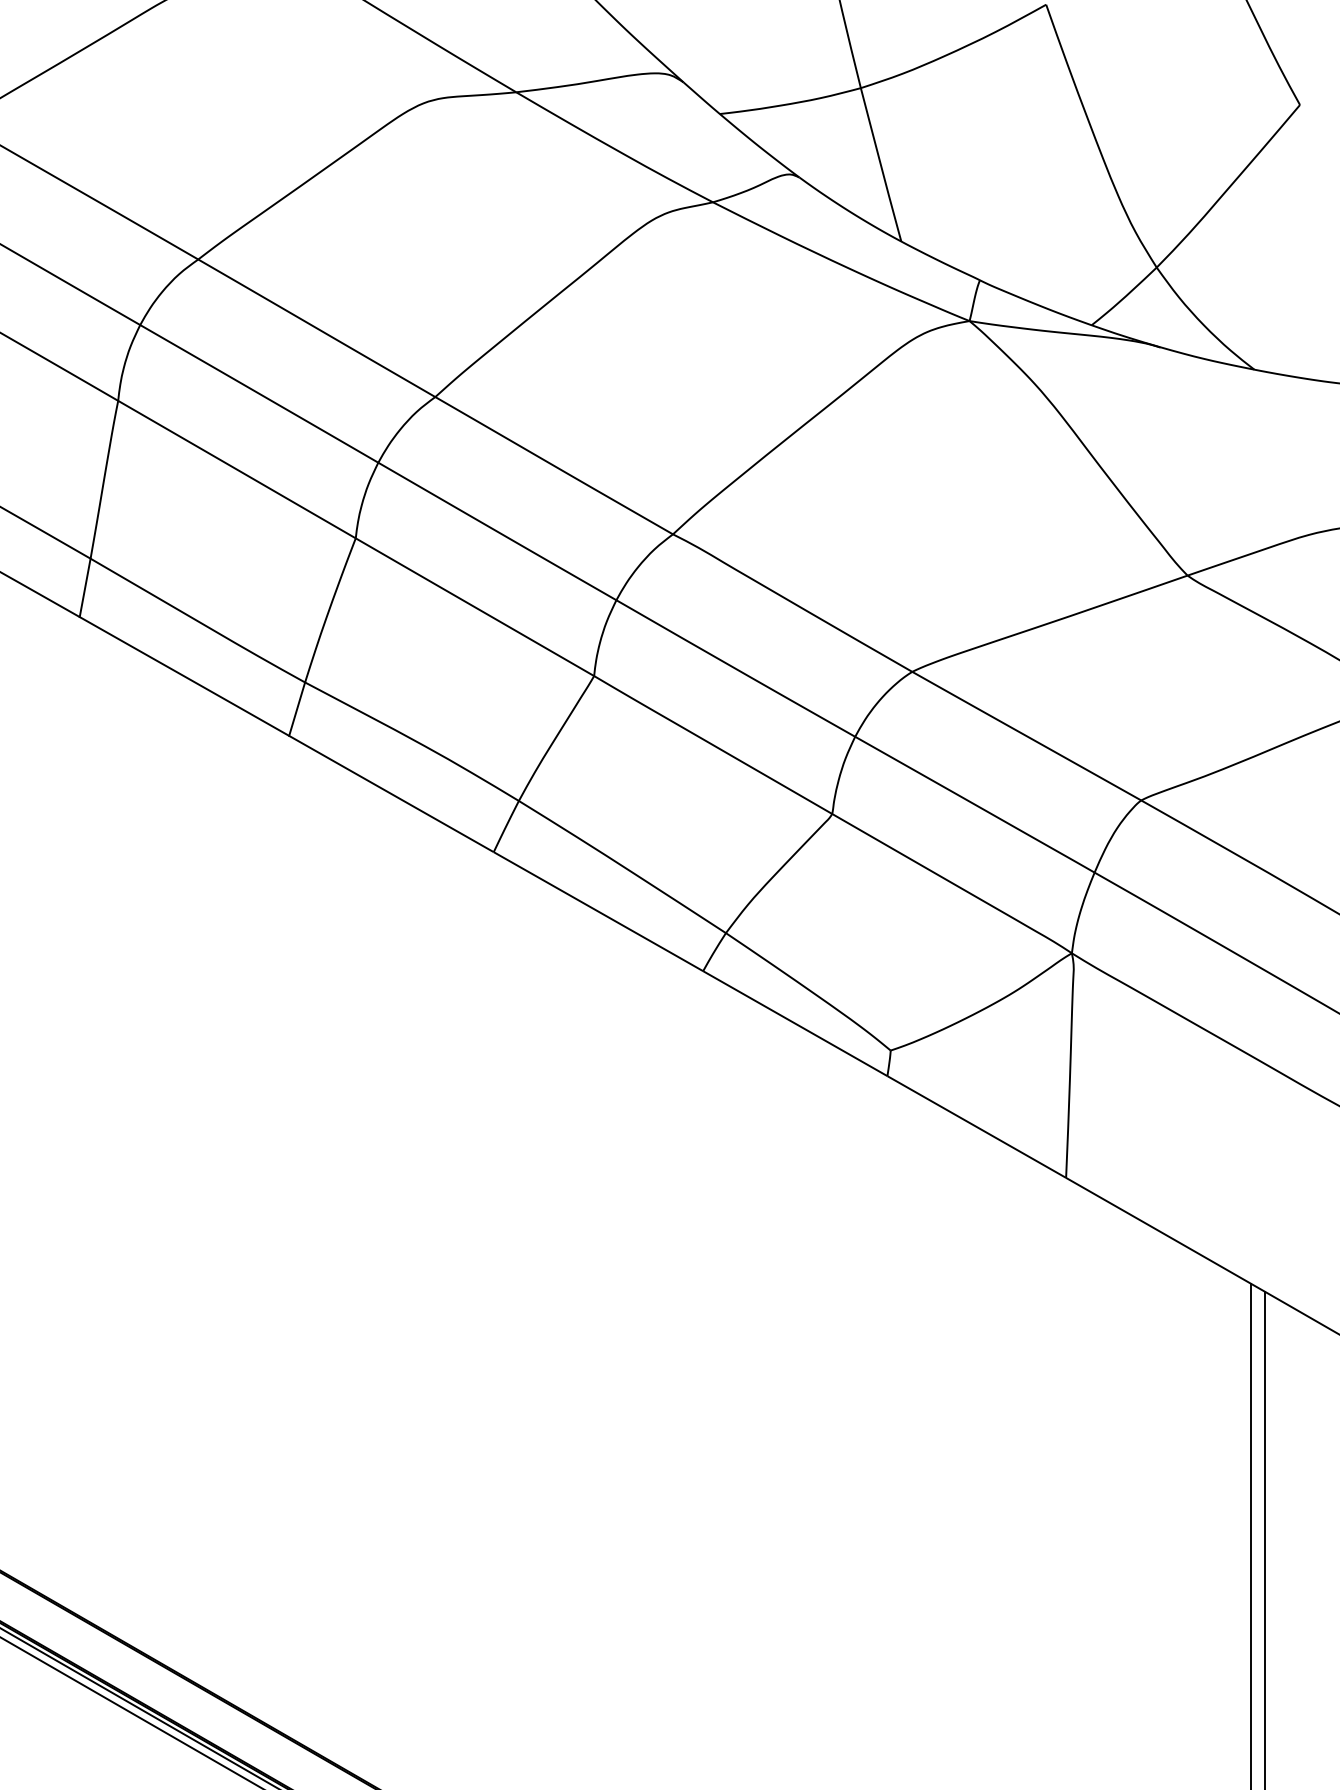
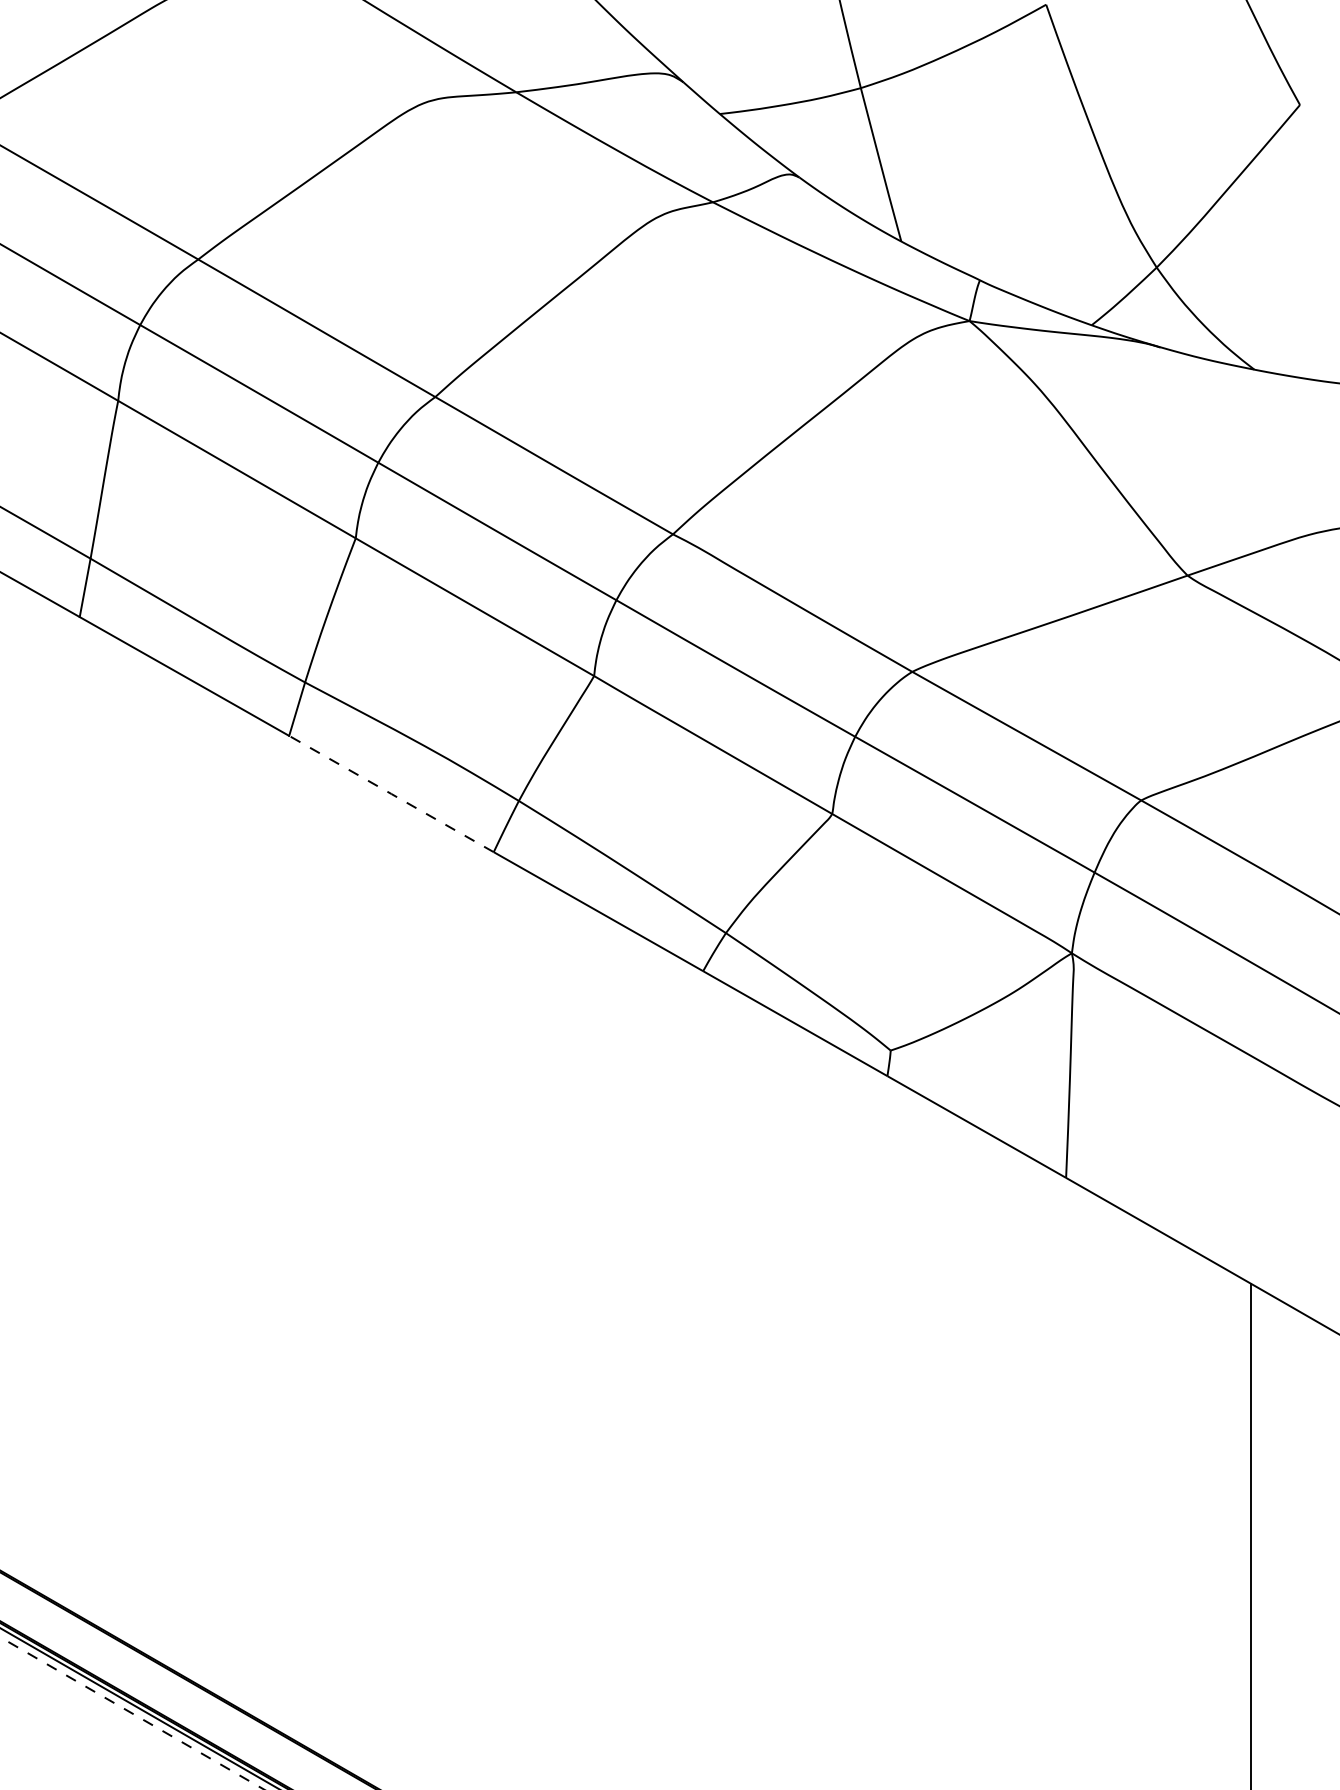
line at (391, 794): solid -> dashed
line at (1264, 1538): present -> none
line at (132, 1713): solid -> dashed
